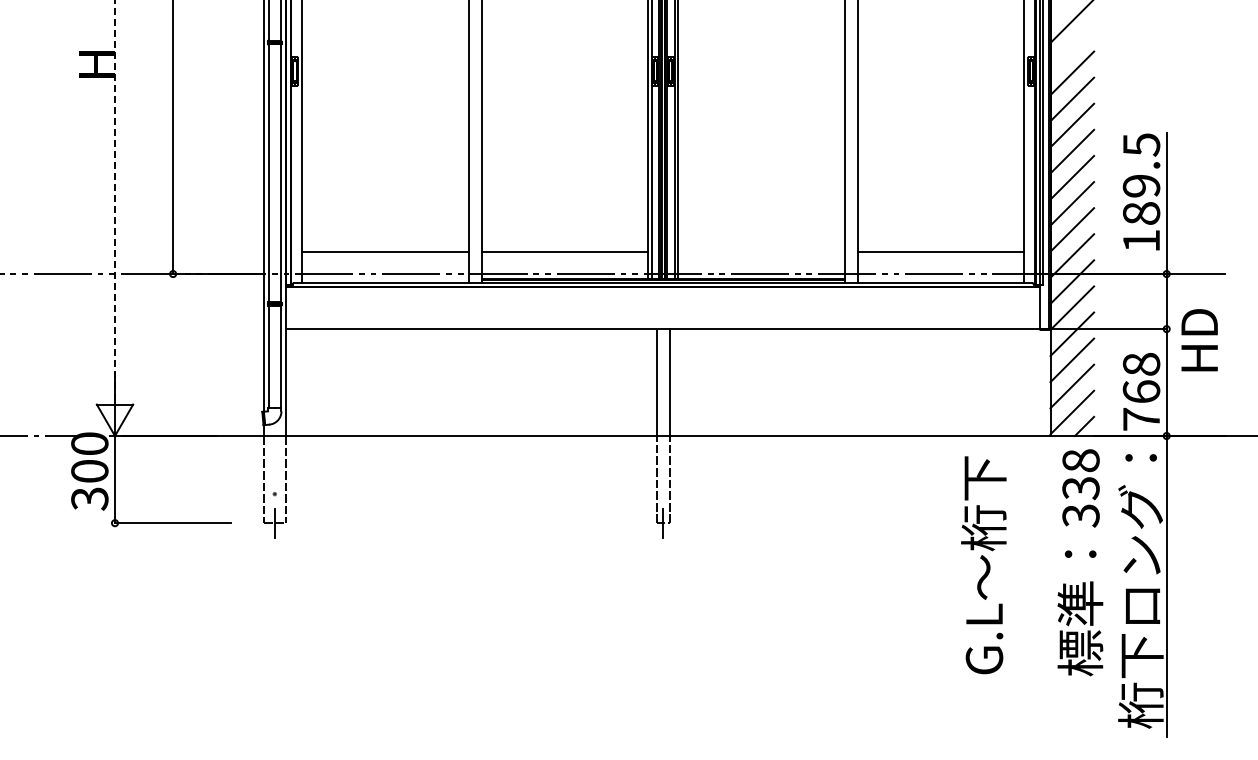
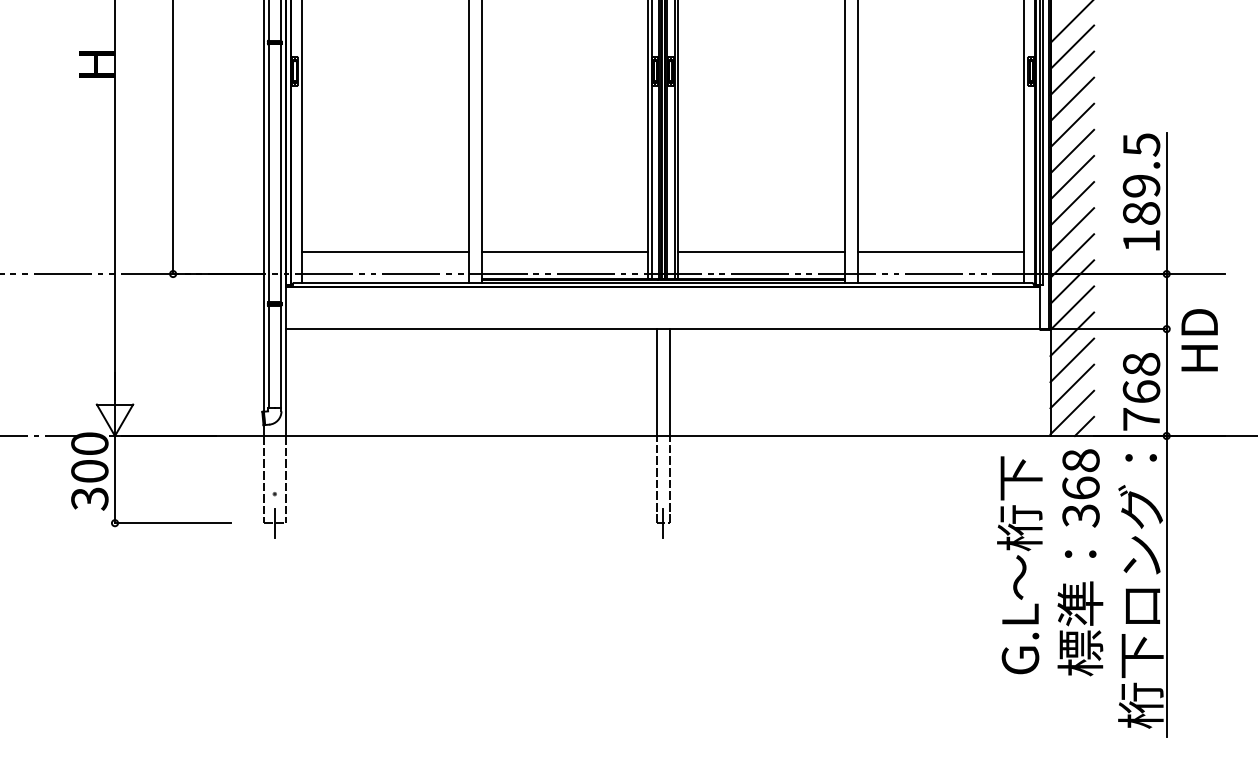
line at (1072, 47): none -> present
line at (115, 199): dashed -> solid
line at (761, 252): none -> present
text at (1080, 488): 338 -> 368
text at (983, 565) position: (983, 565) -> (1019, 565)
